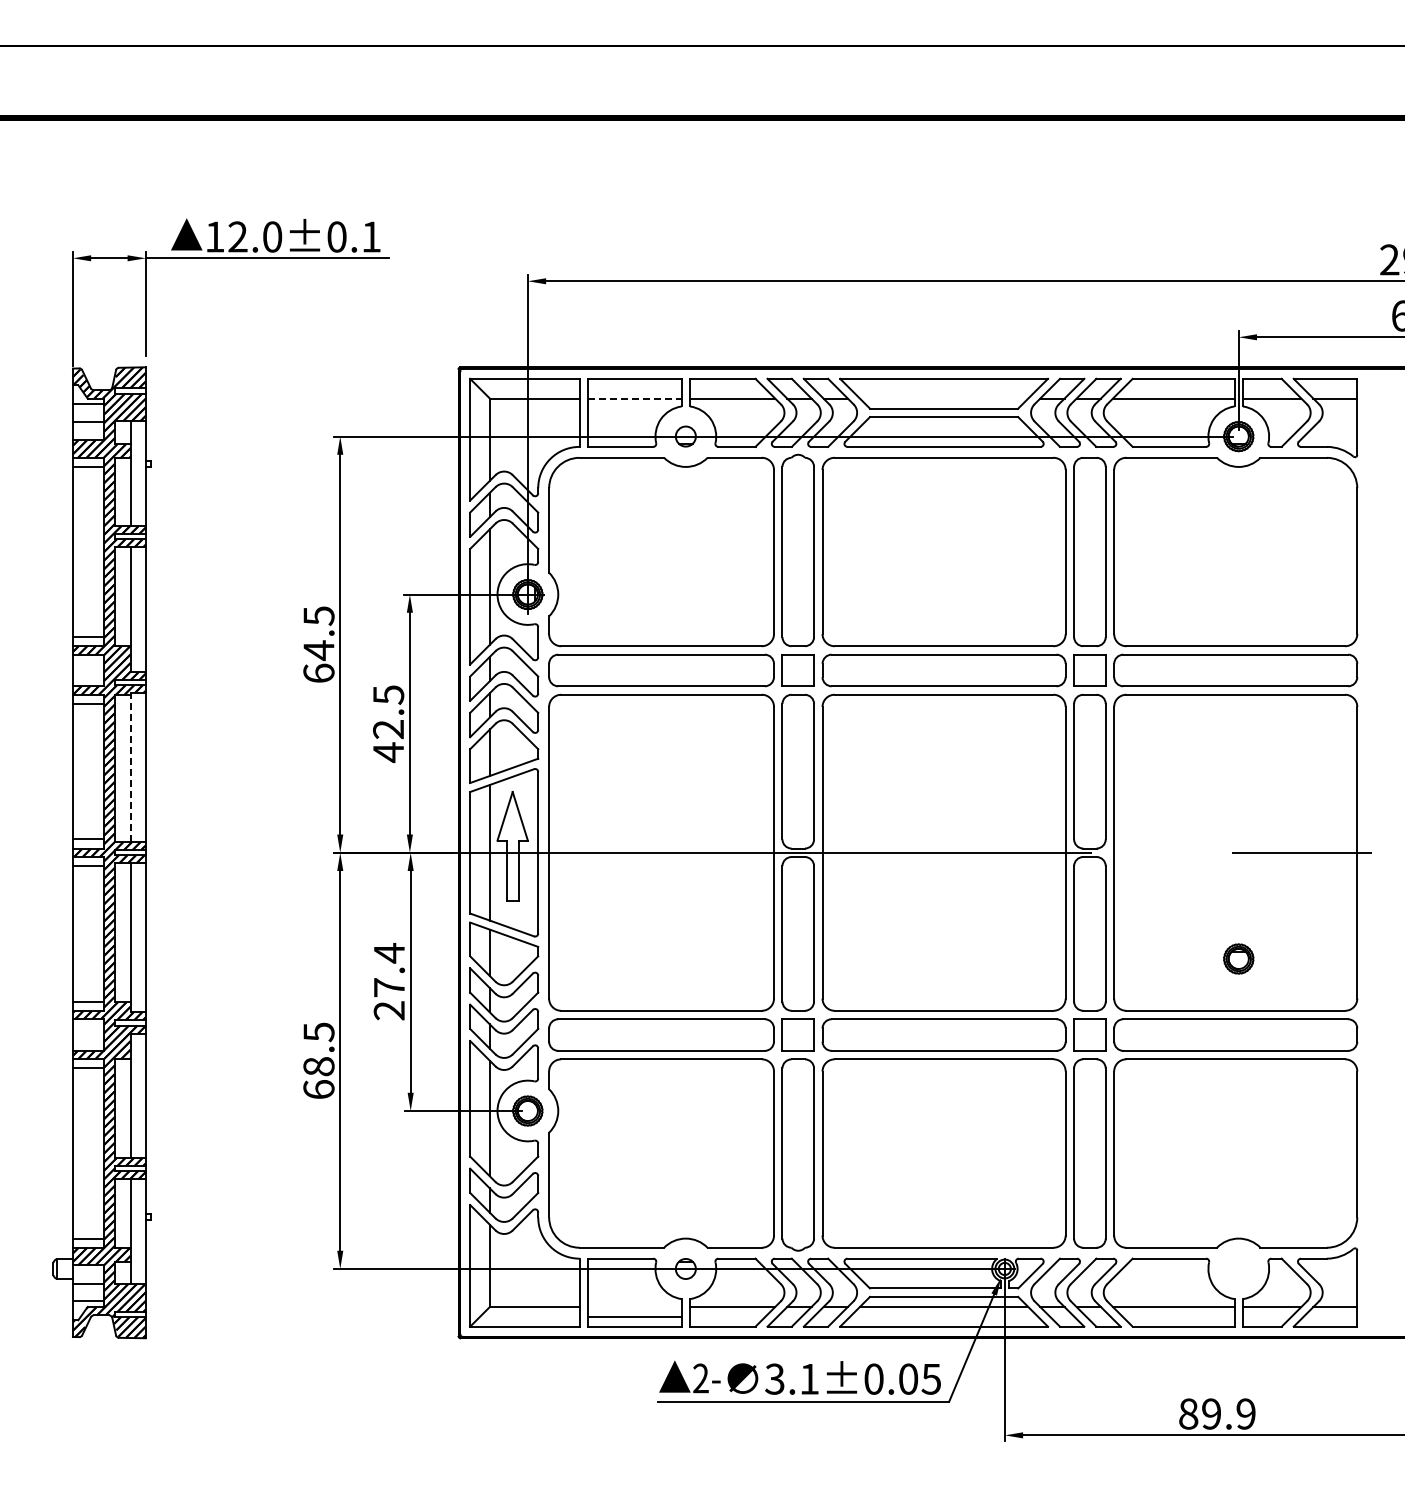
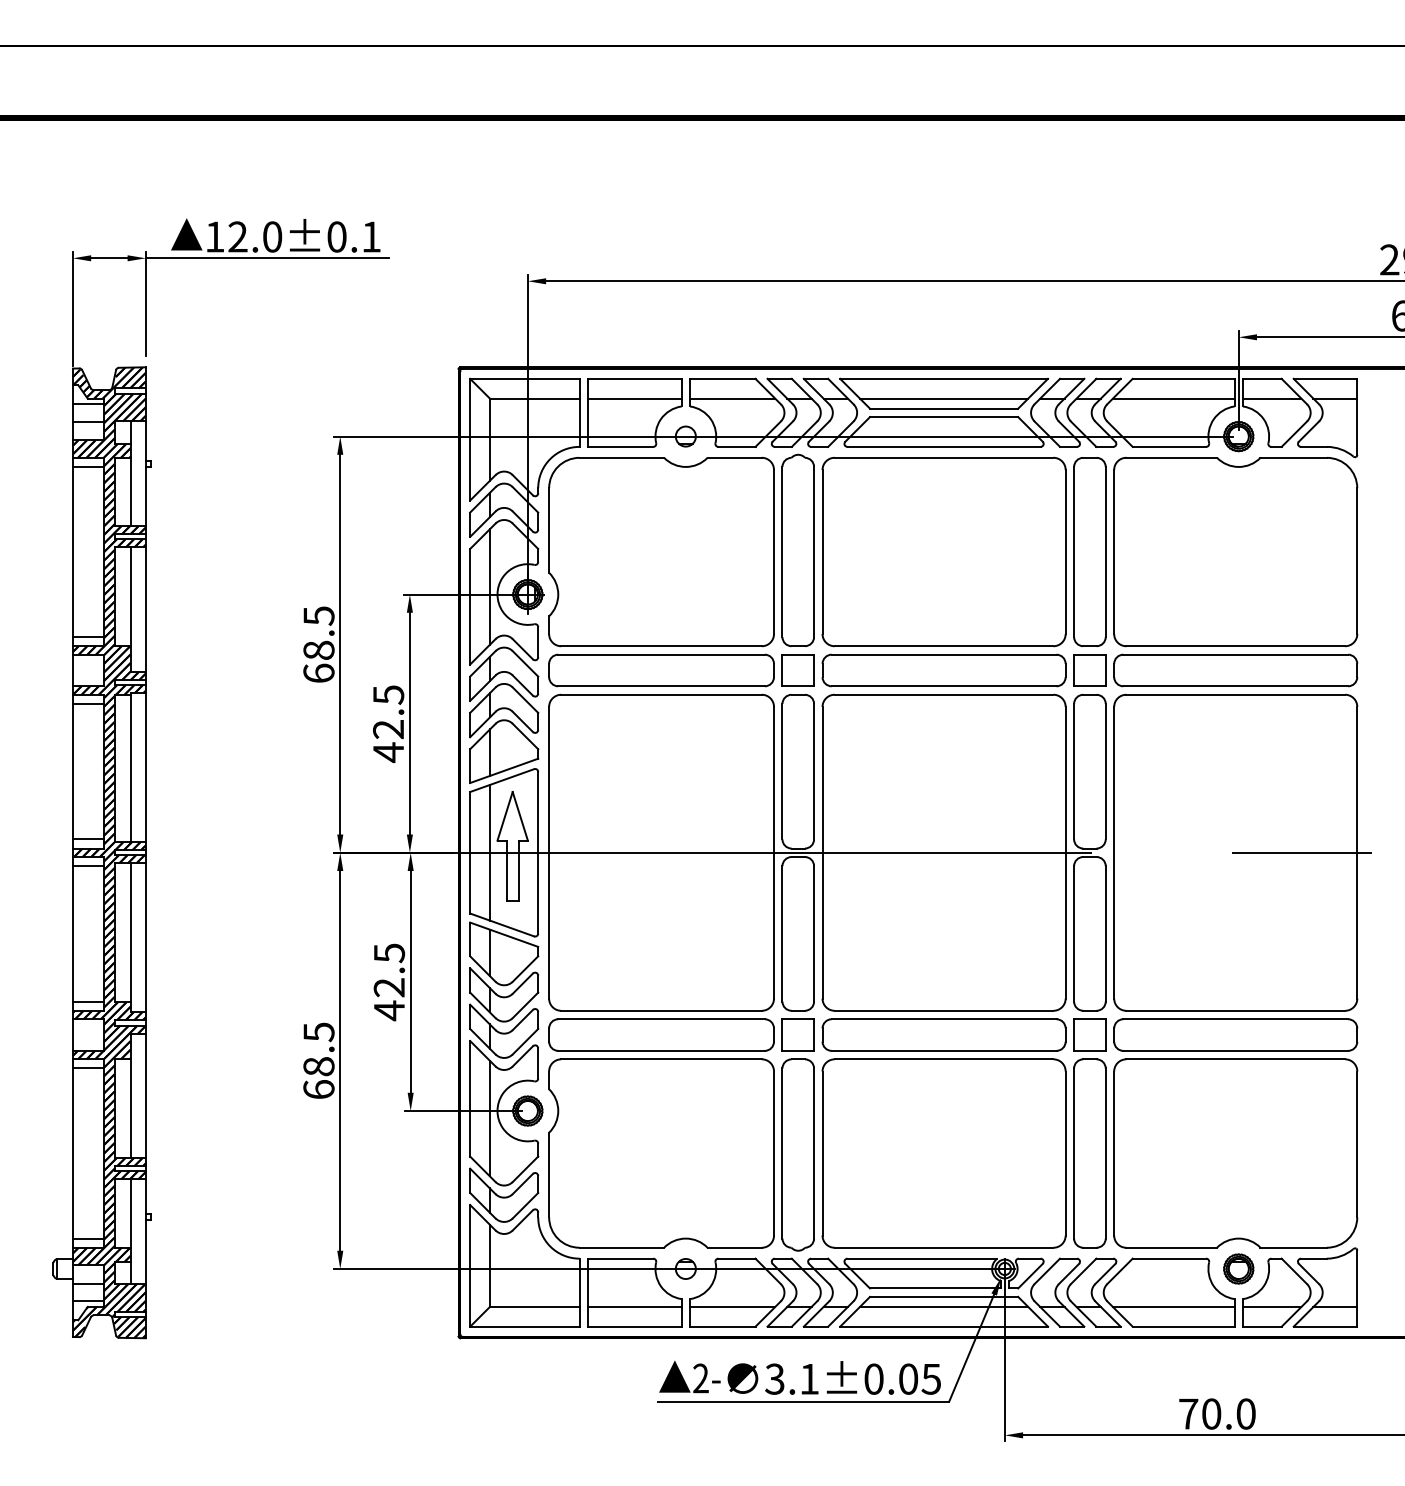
line at (634, 398): dashed -> solid
line at (943, 398): none -> present
text at (318, 650): 64.5 -> 68.5
line at (130, 767): dashed -> solid
part at (1238, 958) position: (1238, 958) -> (1238, 1268)
text at (389, 982): 27.4 -> 42.5
line at (634, 1316) position: (634, 1316) -> (634, 1306)
text at (1217, 1413): 89.9 -> 70.0
